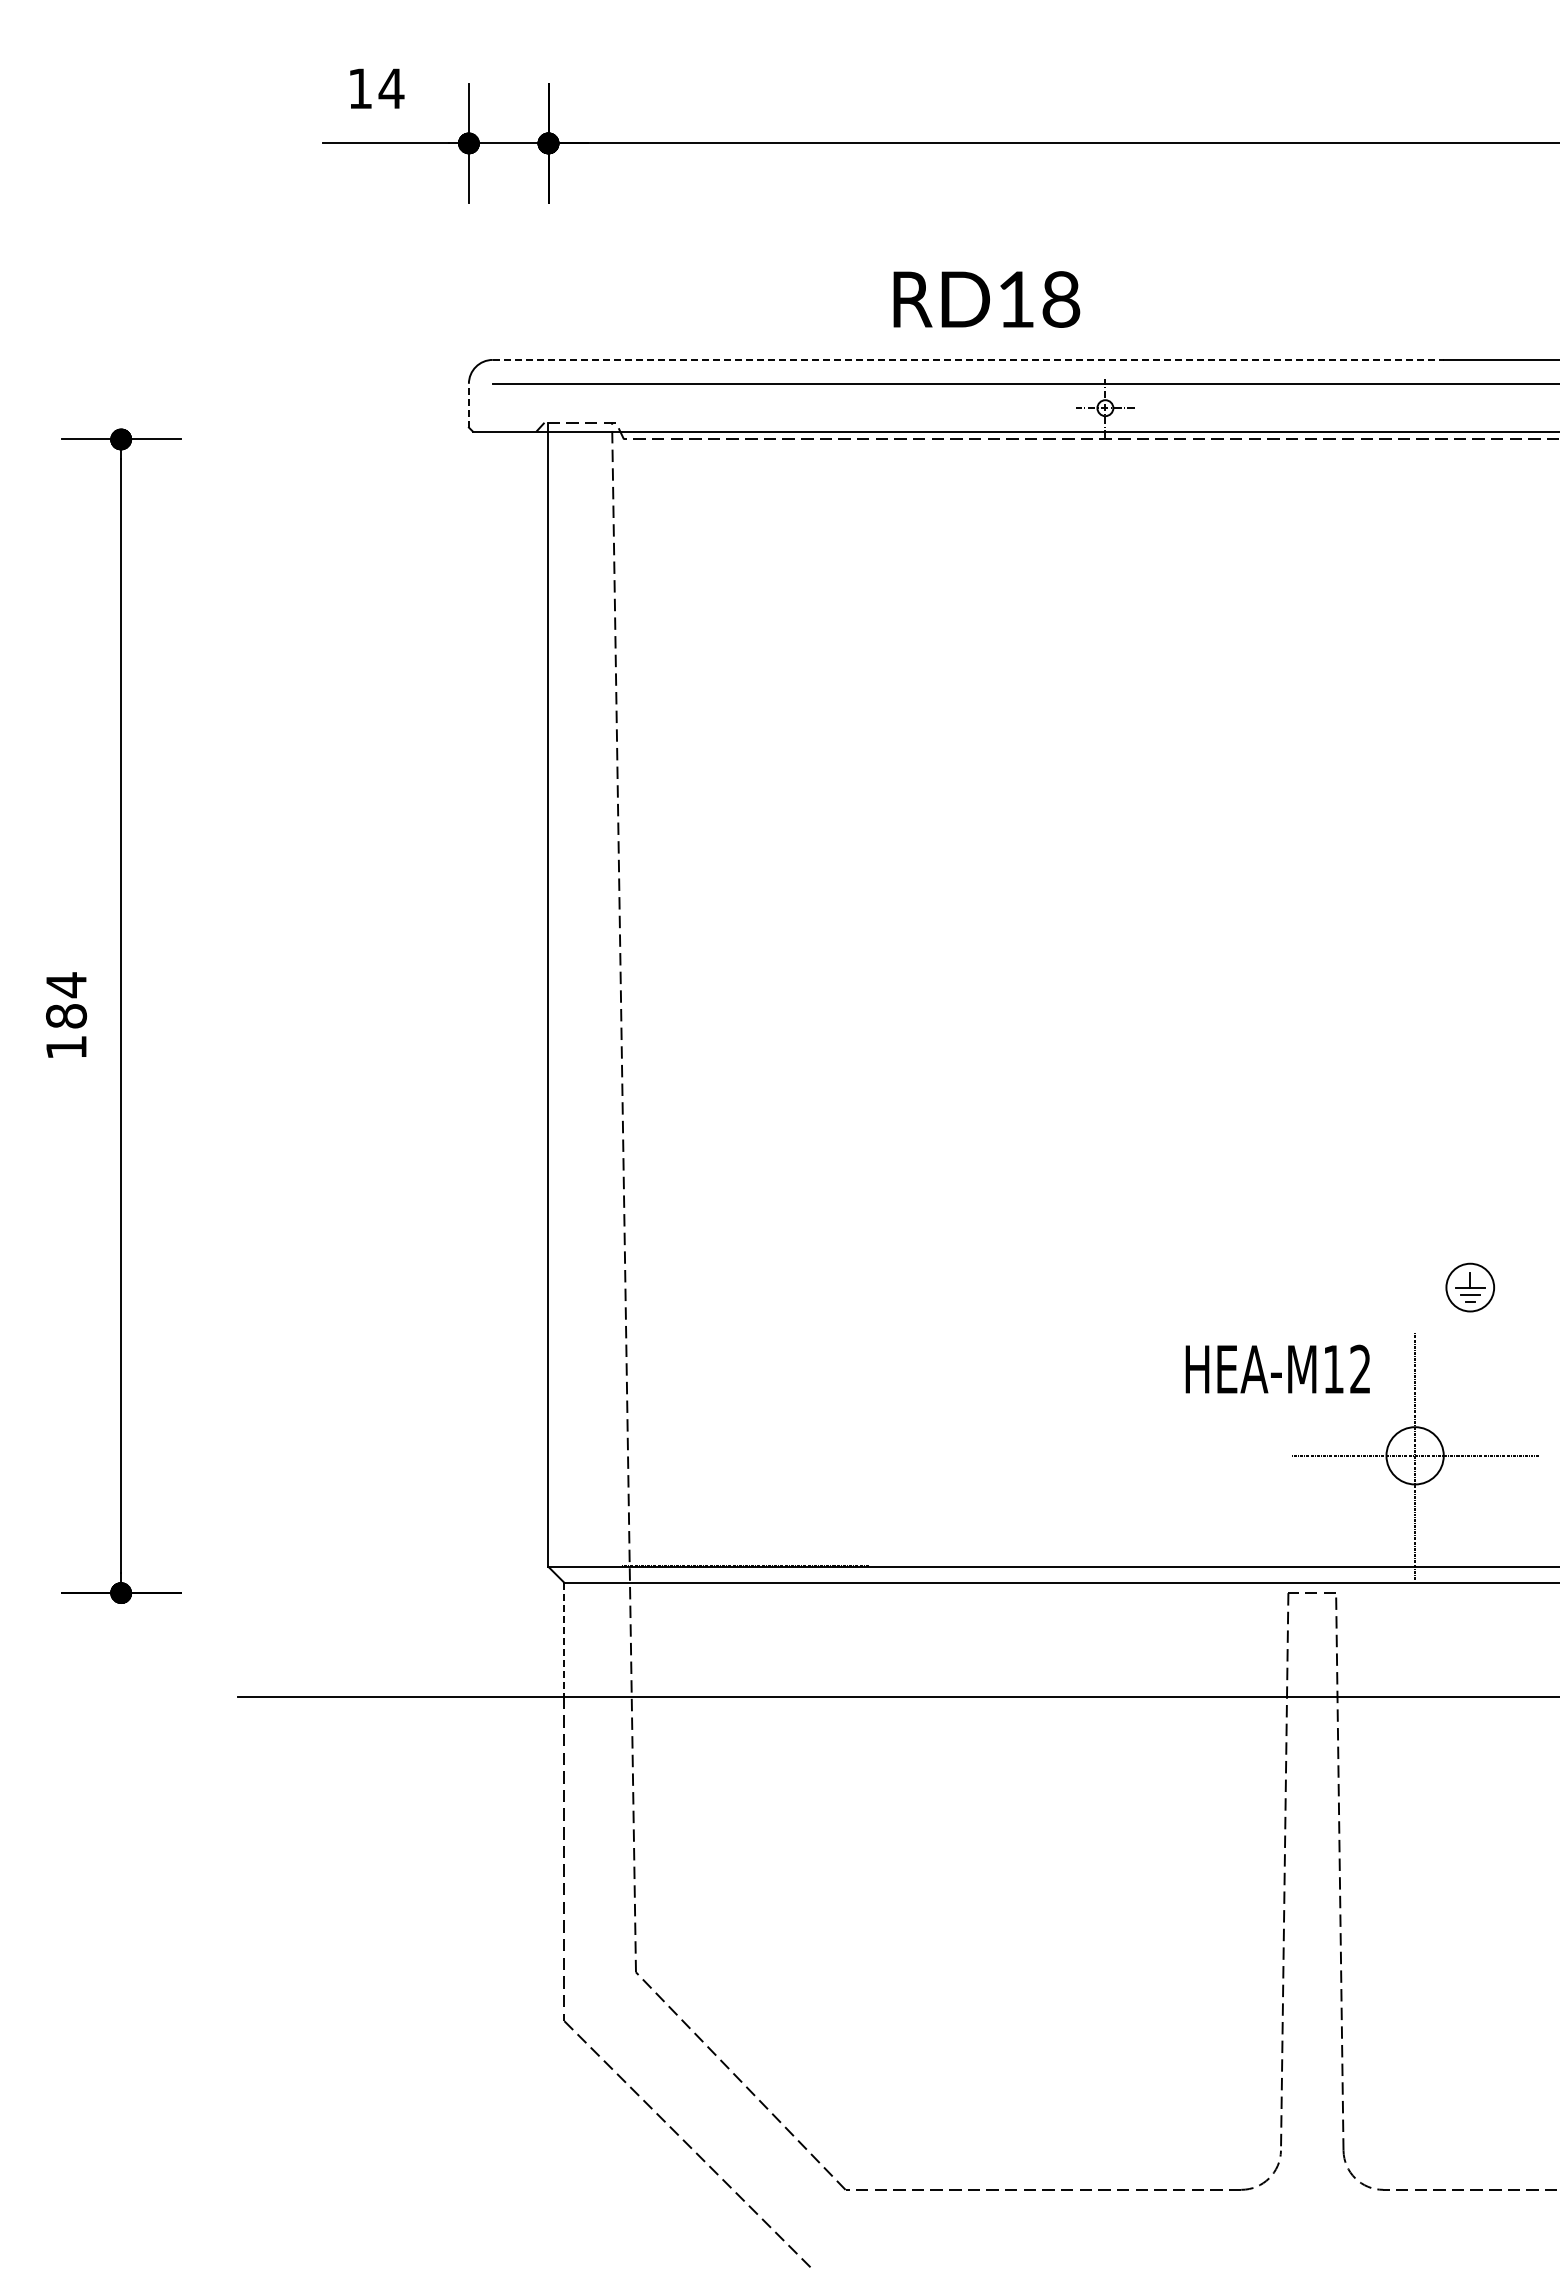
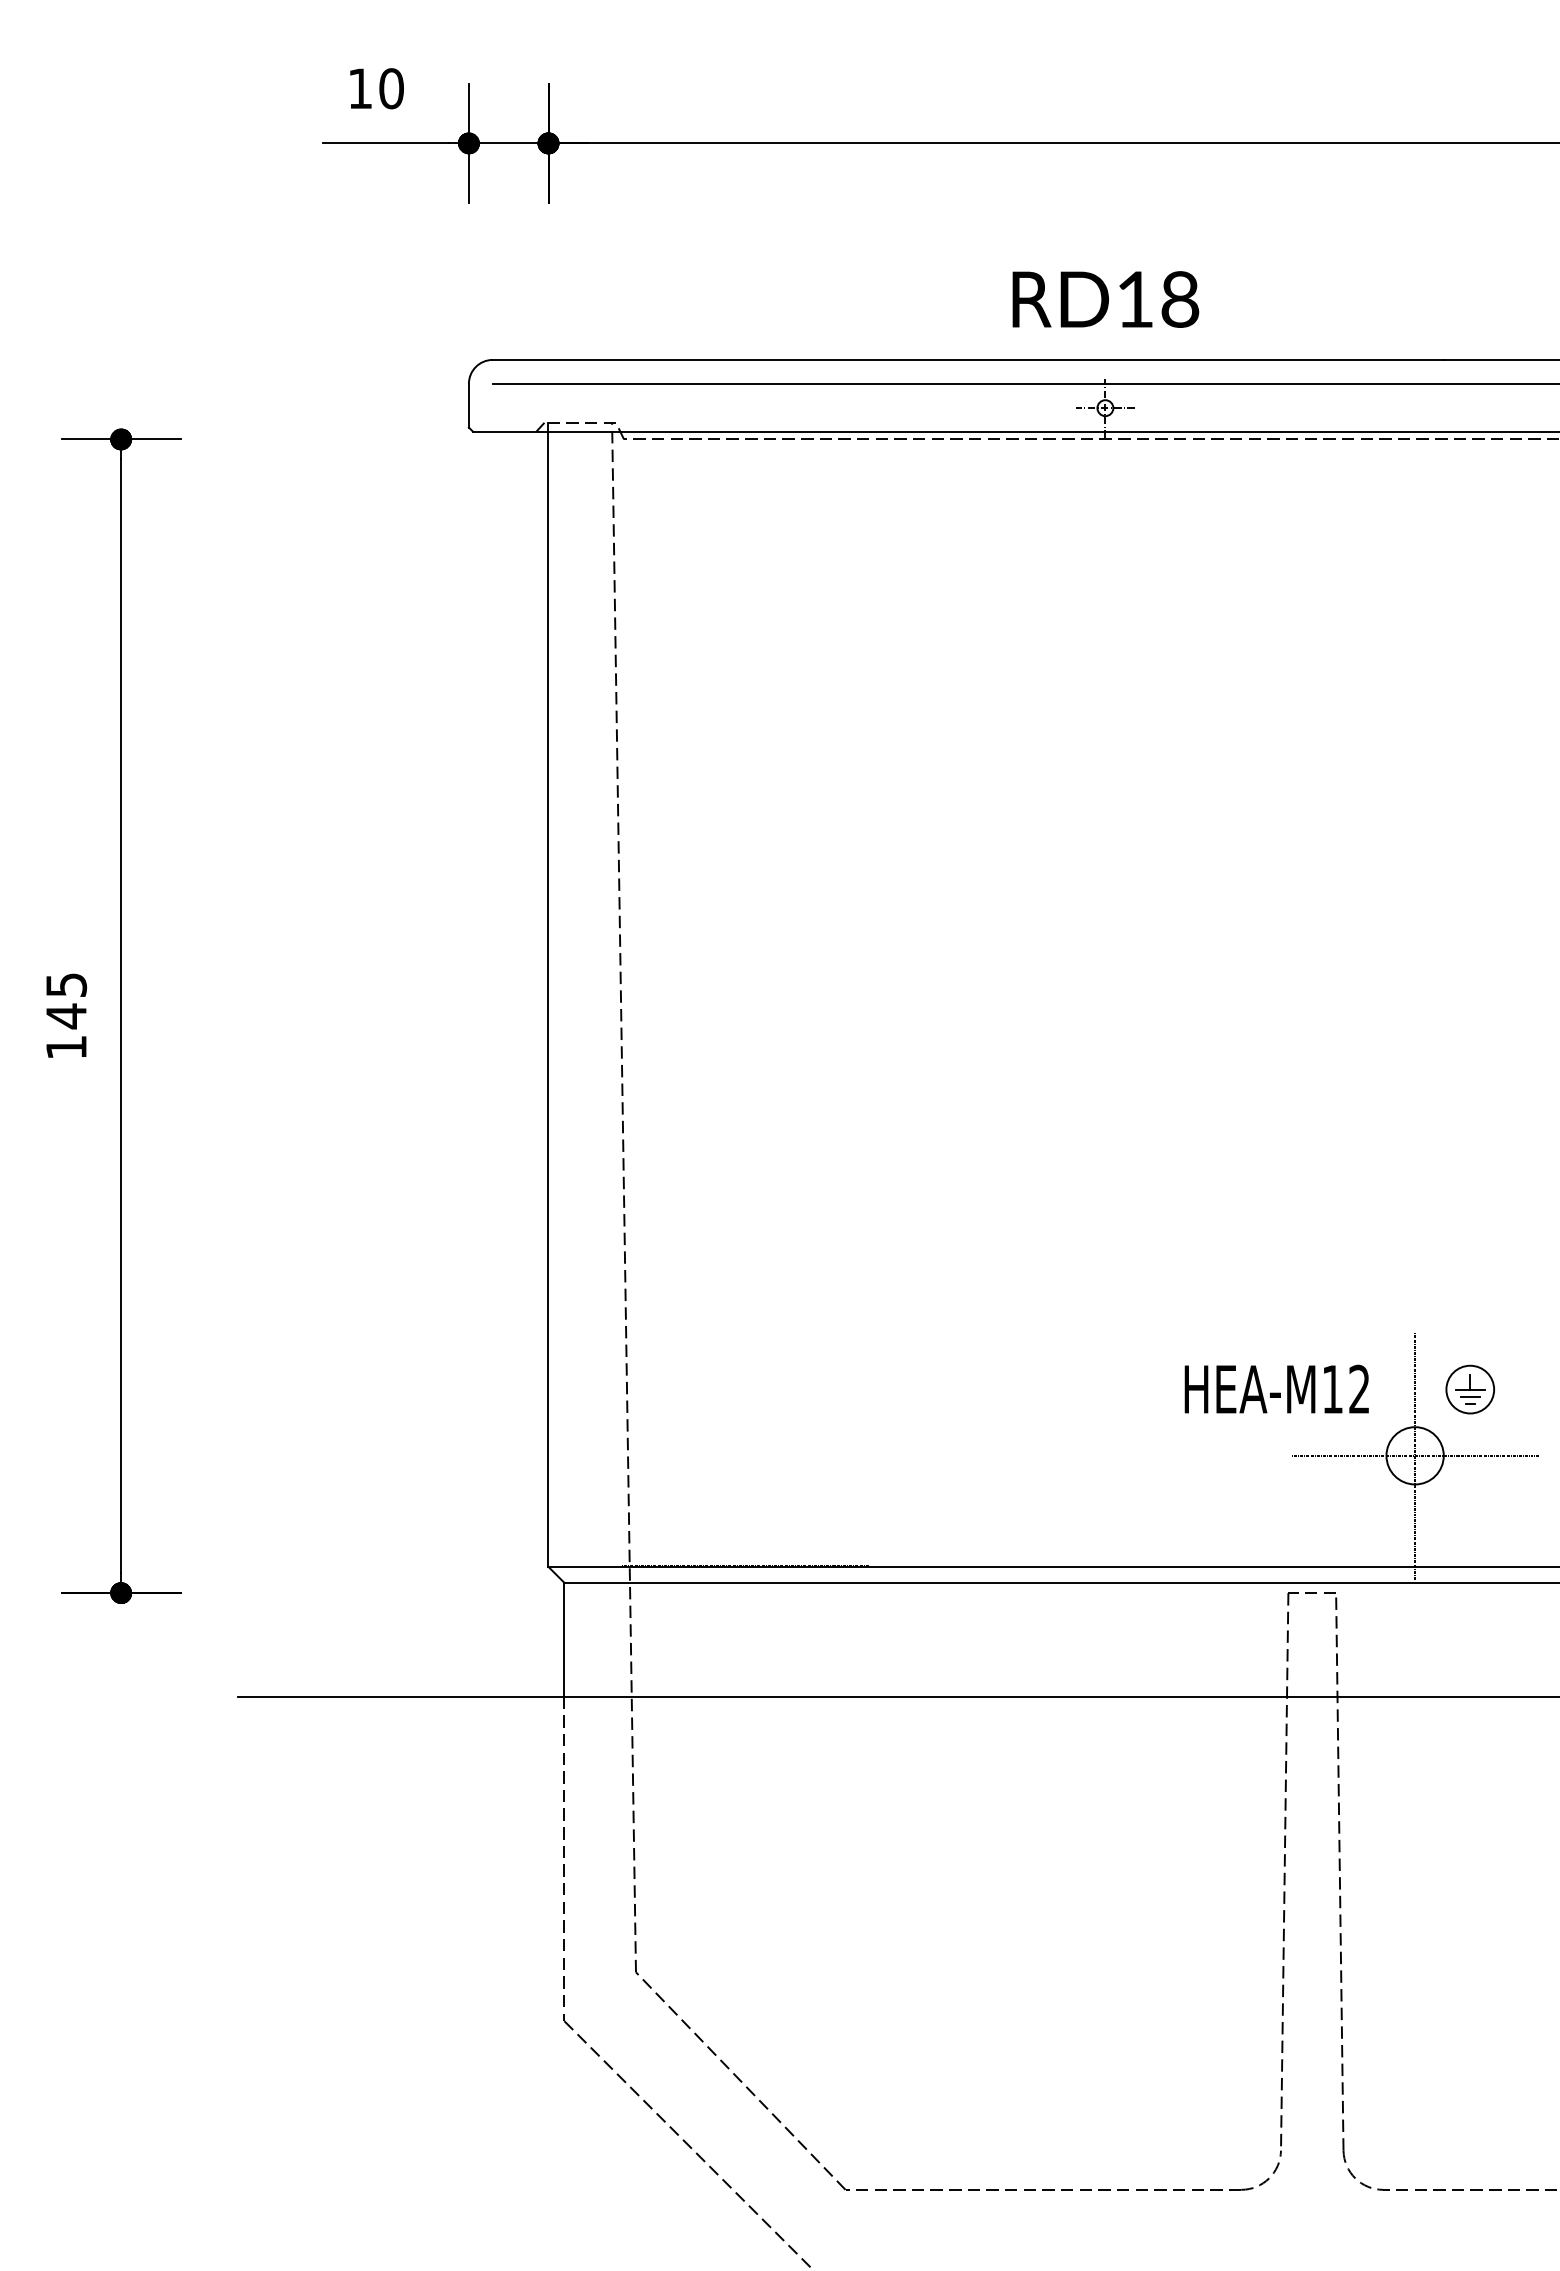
text at (391, 88): 14 -> 10
text at (986, 299) position: (986, 299) -> (1105, 299)
line at (968, 359): dashed -> solid
line at (468, 405): dashed -> solid
text at (66, 1000): 184 -> 145
part at (1469, 1287) position: (1469, 1287) -> (1469, 1389)
text at (1277, 1368) position: (1277, 1368) -> (1276, 1388)
line at (564, 1639): dashed -> solid
